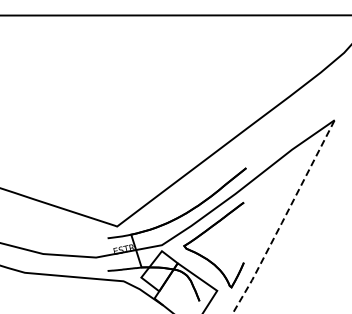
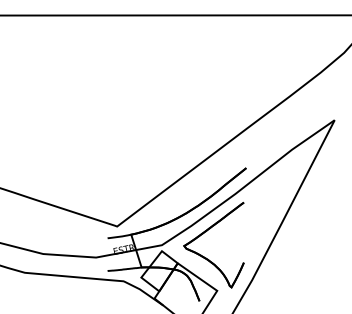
line at (284, 218): dashed -> solid
